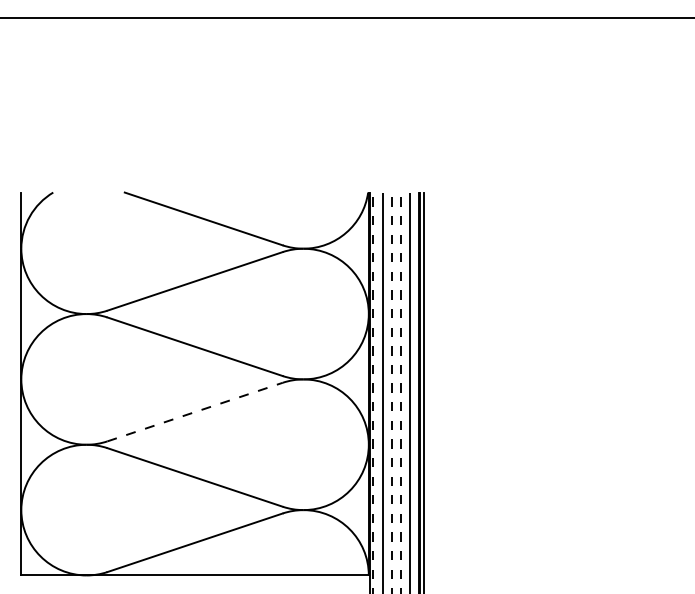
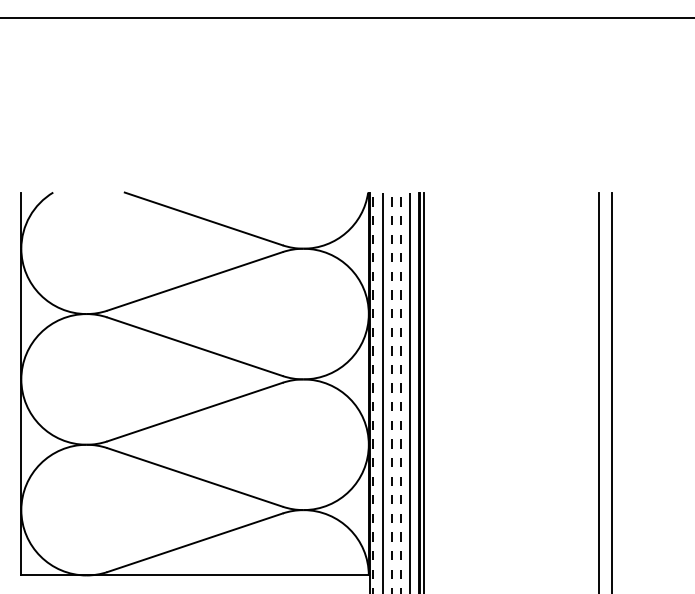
line at (599, 391): none -> present
line at (611, 391): none -> present
line at (195, 411): dashed -> solid
